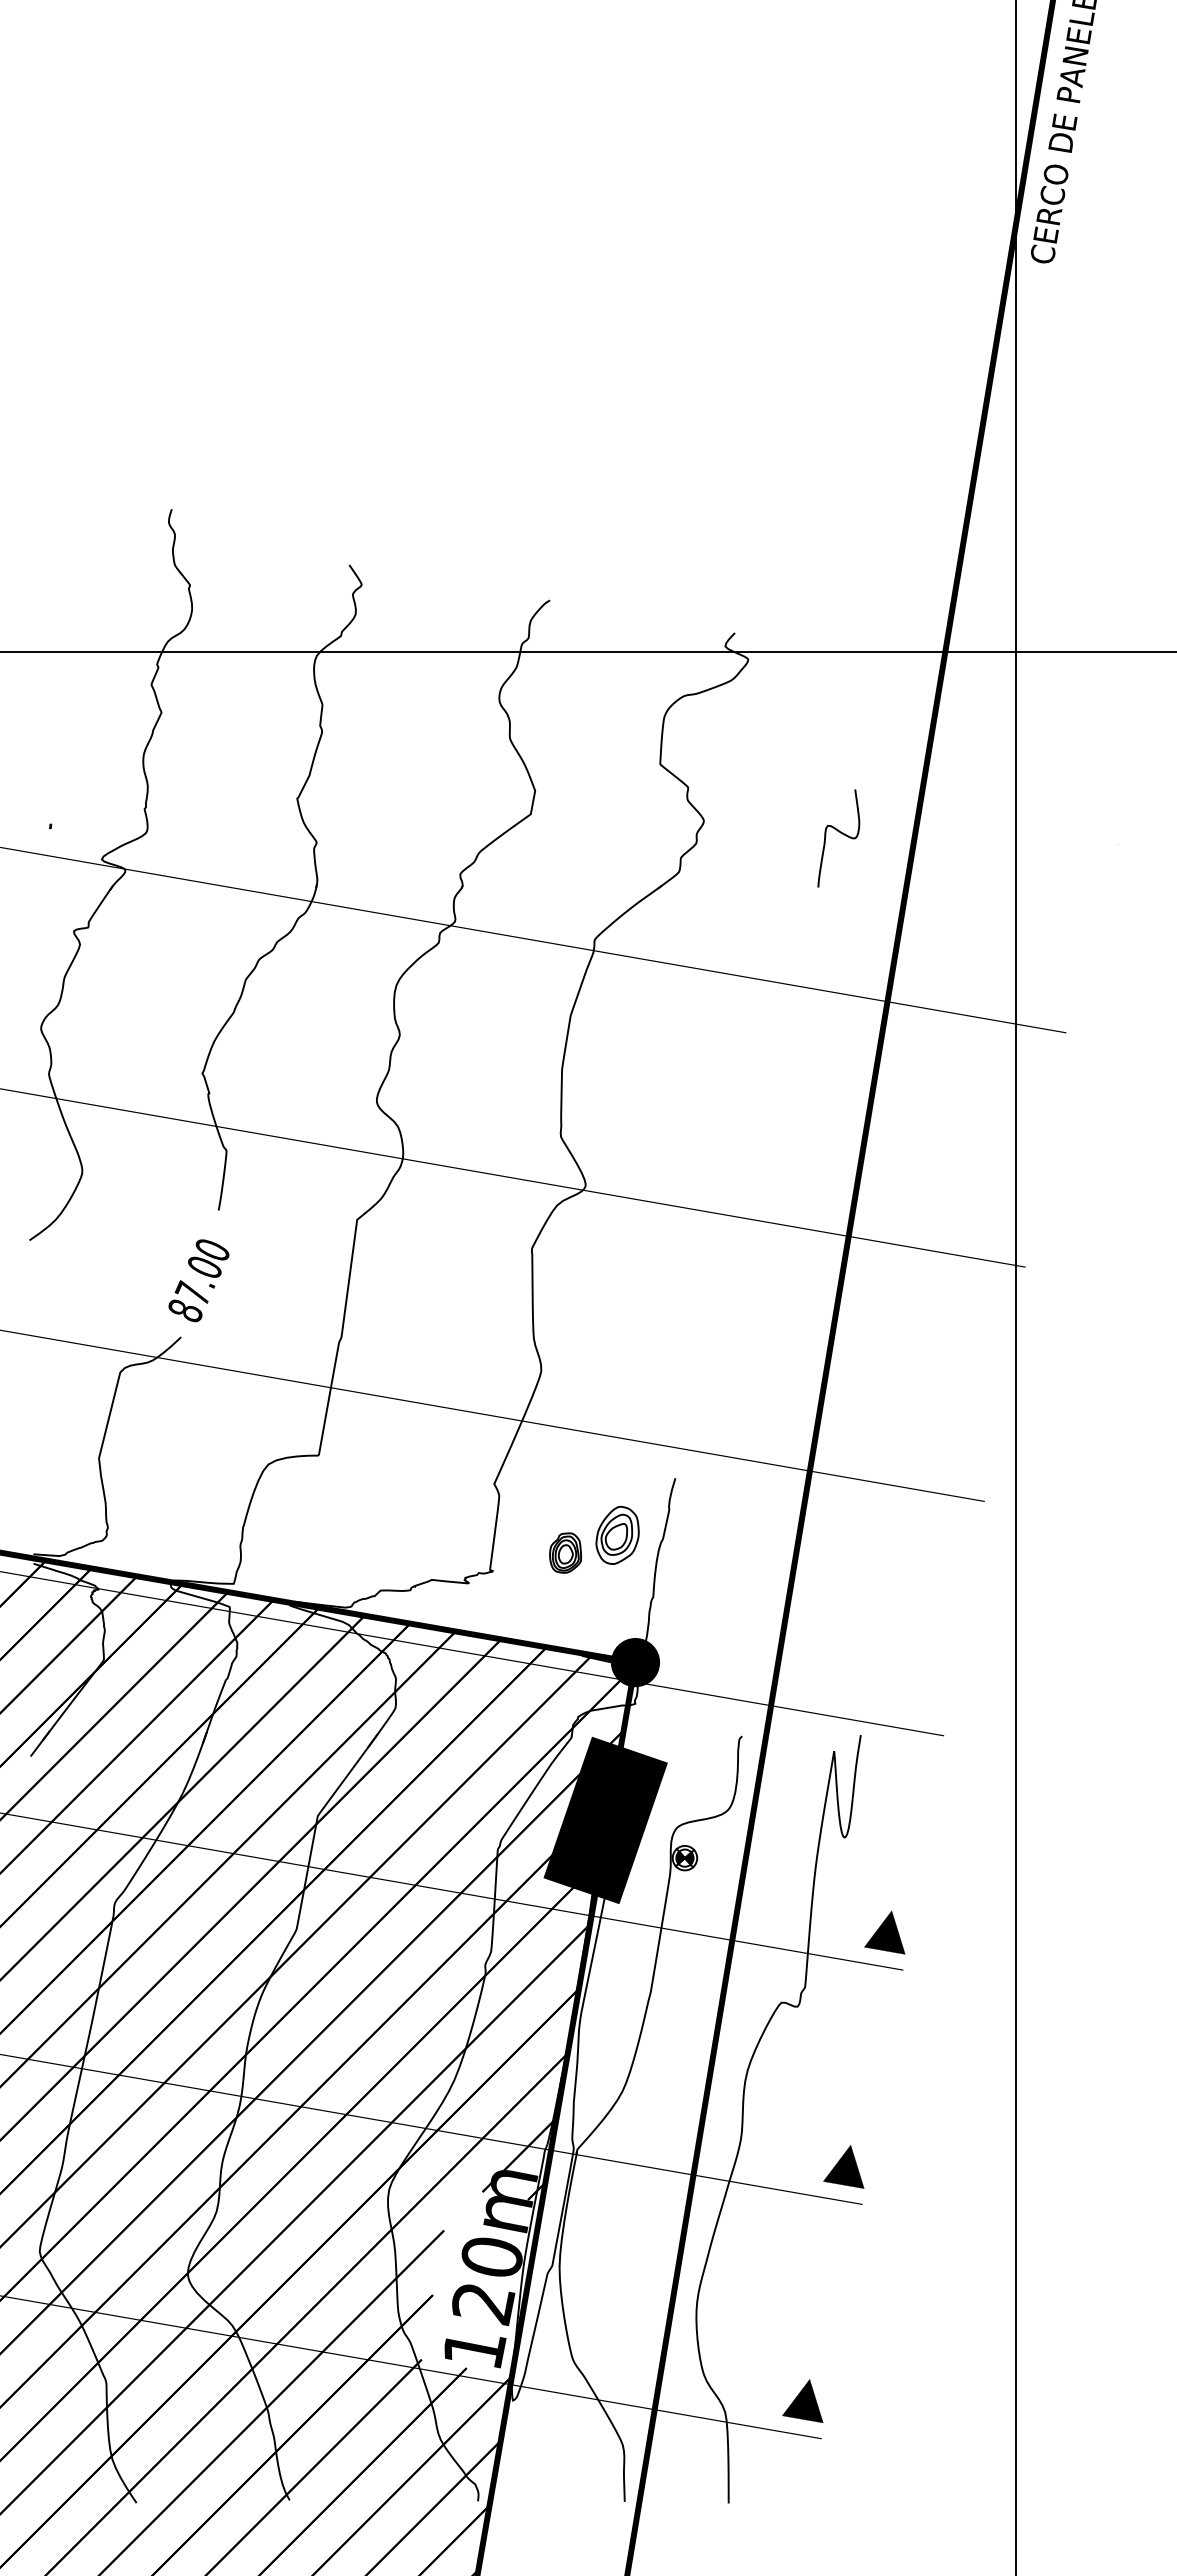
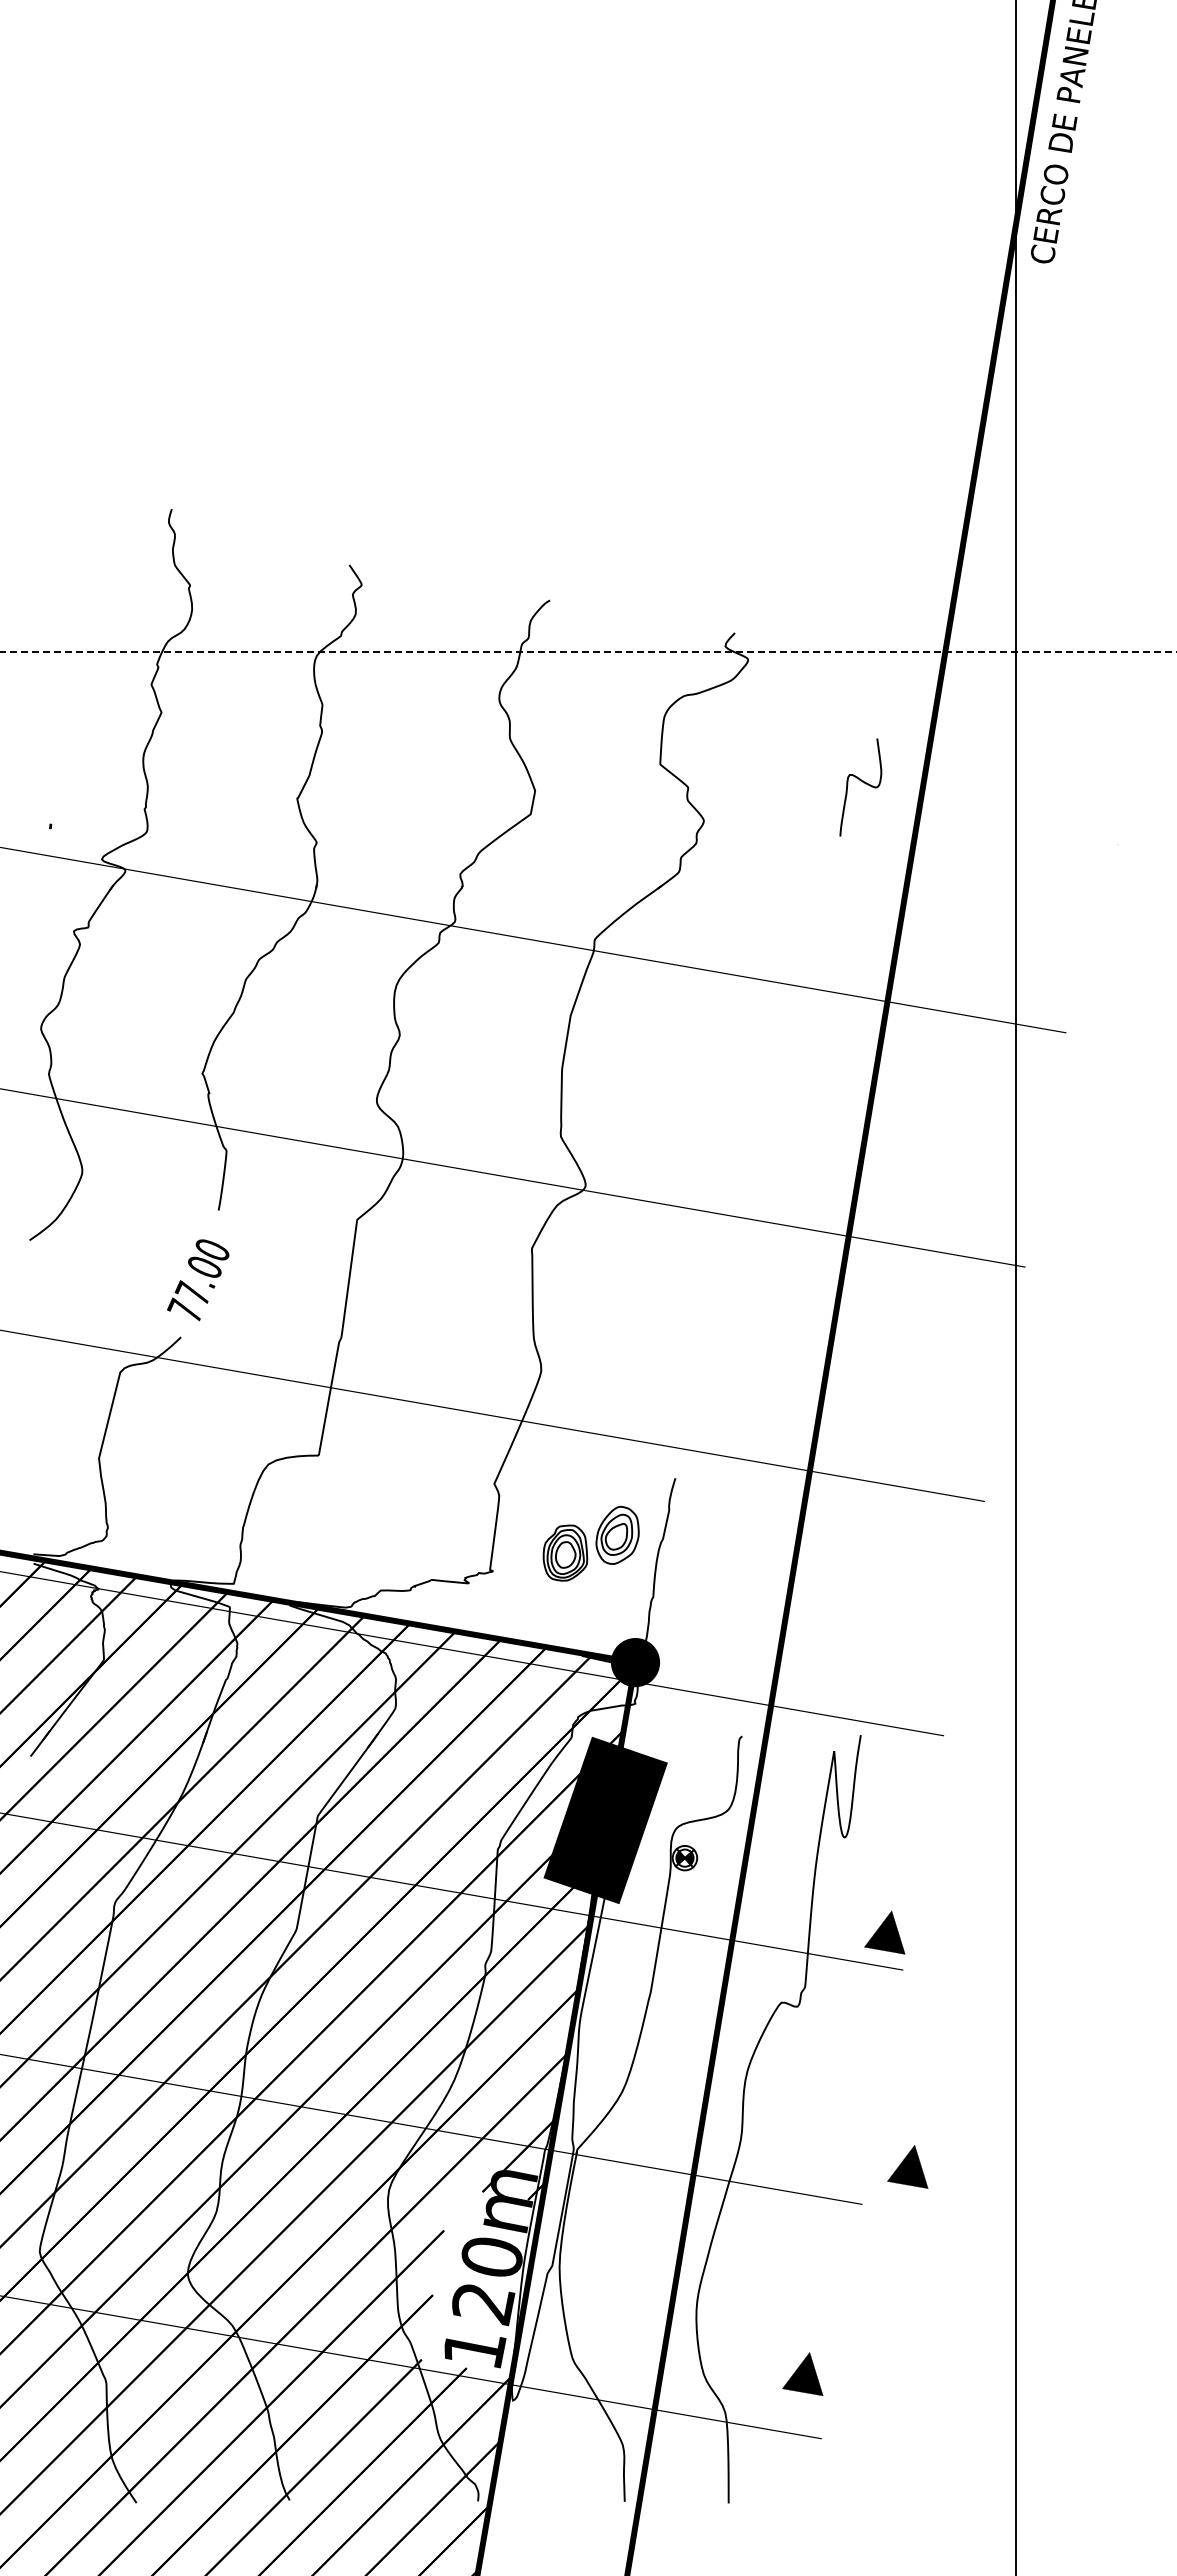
line at (589, 652): solid -> dashed
curve at (840, 833) position: (840, 833) -> (862, 782)
text at (184, 1309): 87.00 -> 77.00
part at (565, 1552) size: 34x42 px -> 47x58 px
part at (843, 2166) position: (843, 2166) -> (907, 2166)
part at (802, 2400) position: (802, 2400) -> (802, 2373)
